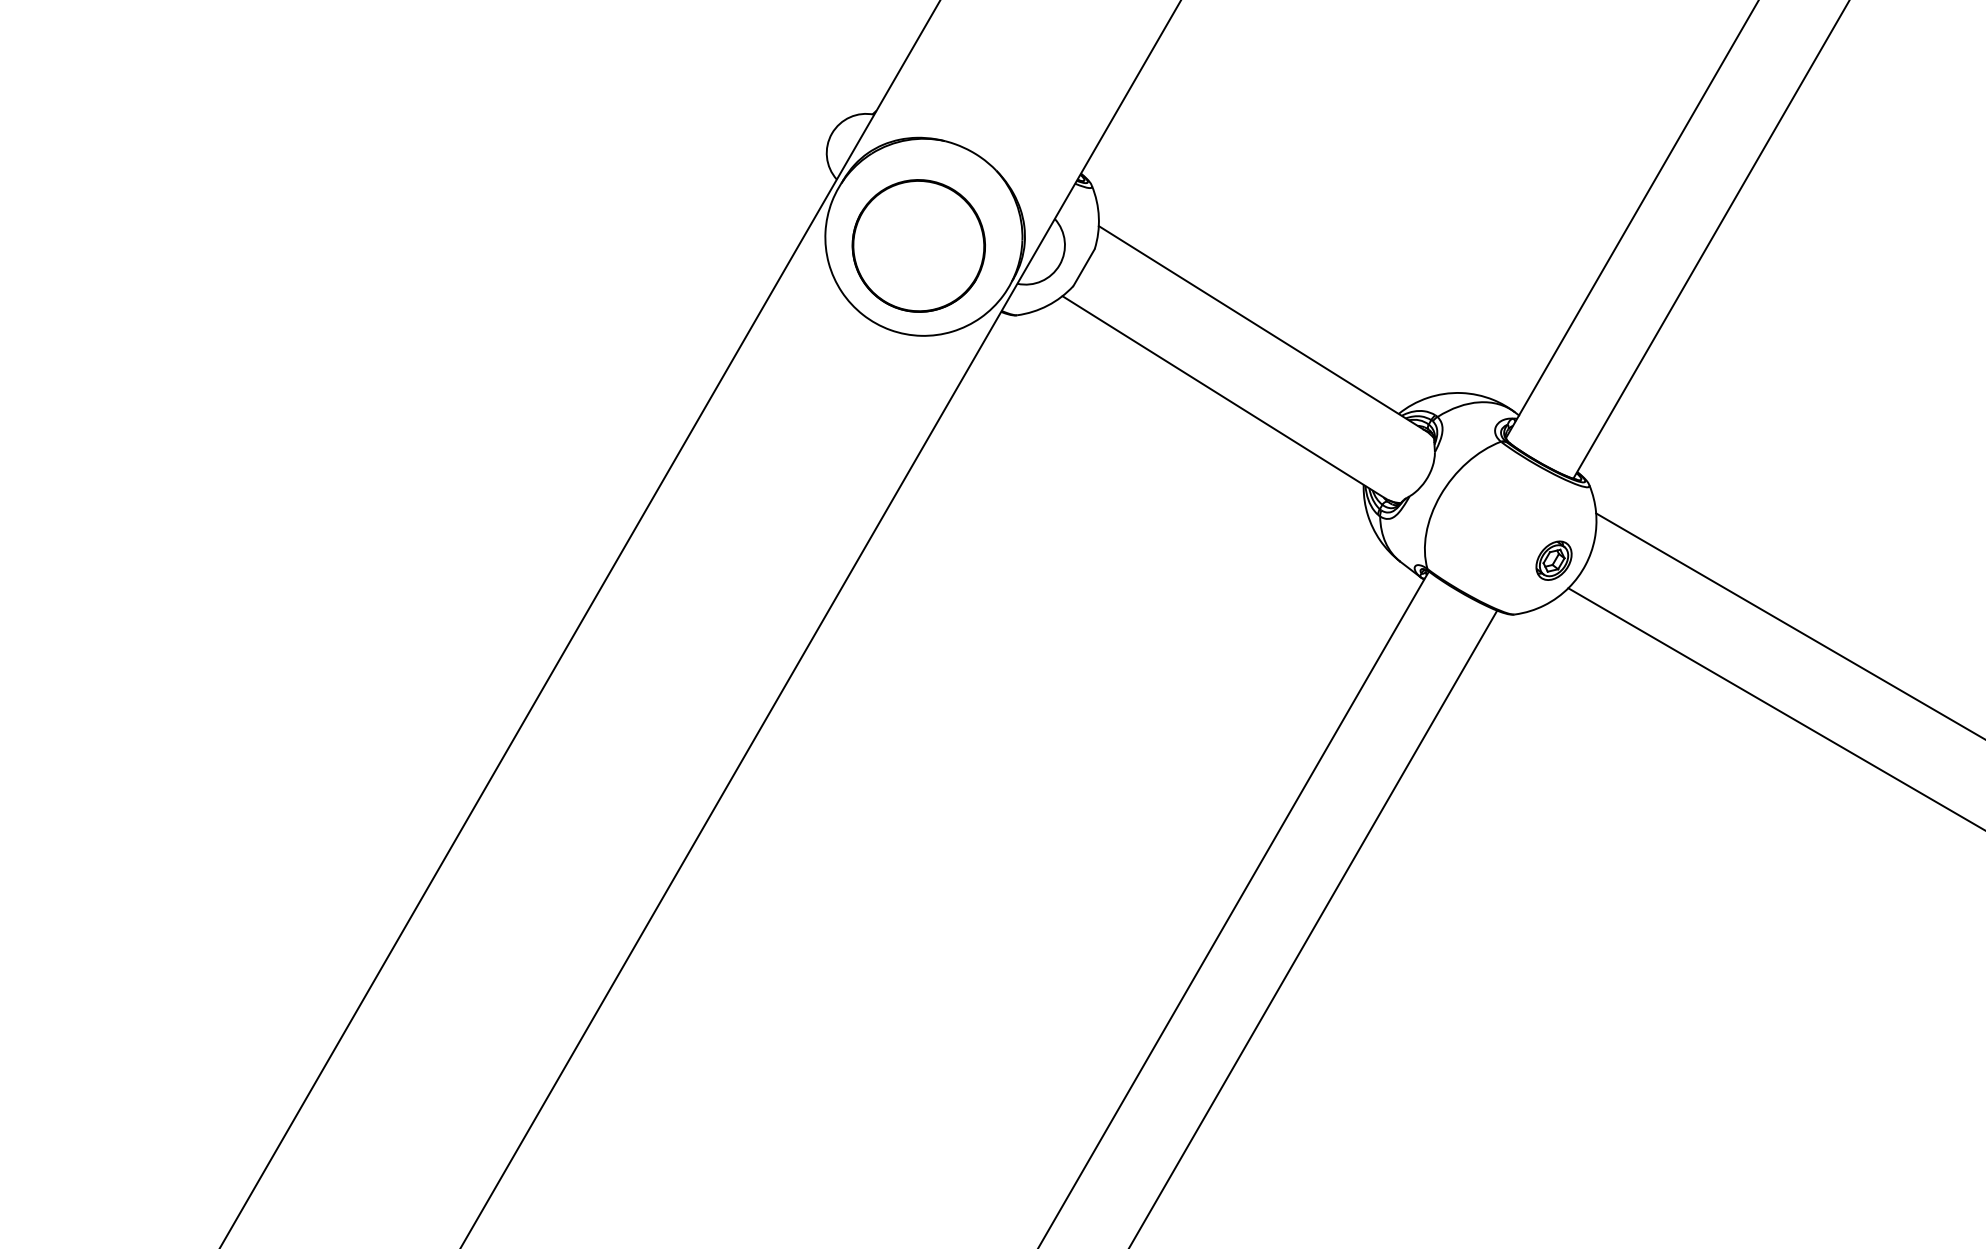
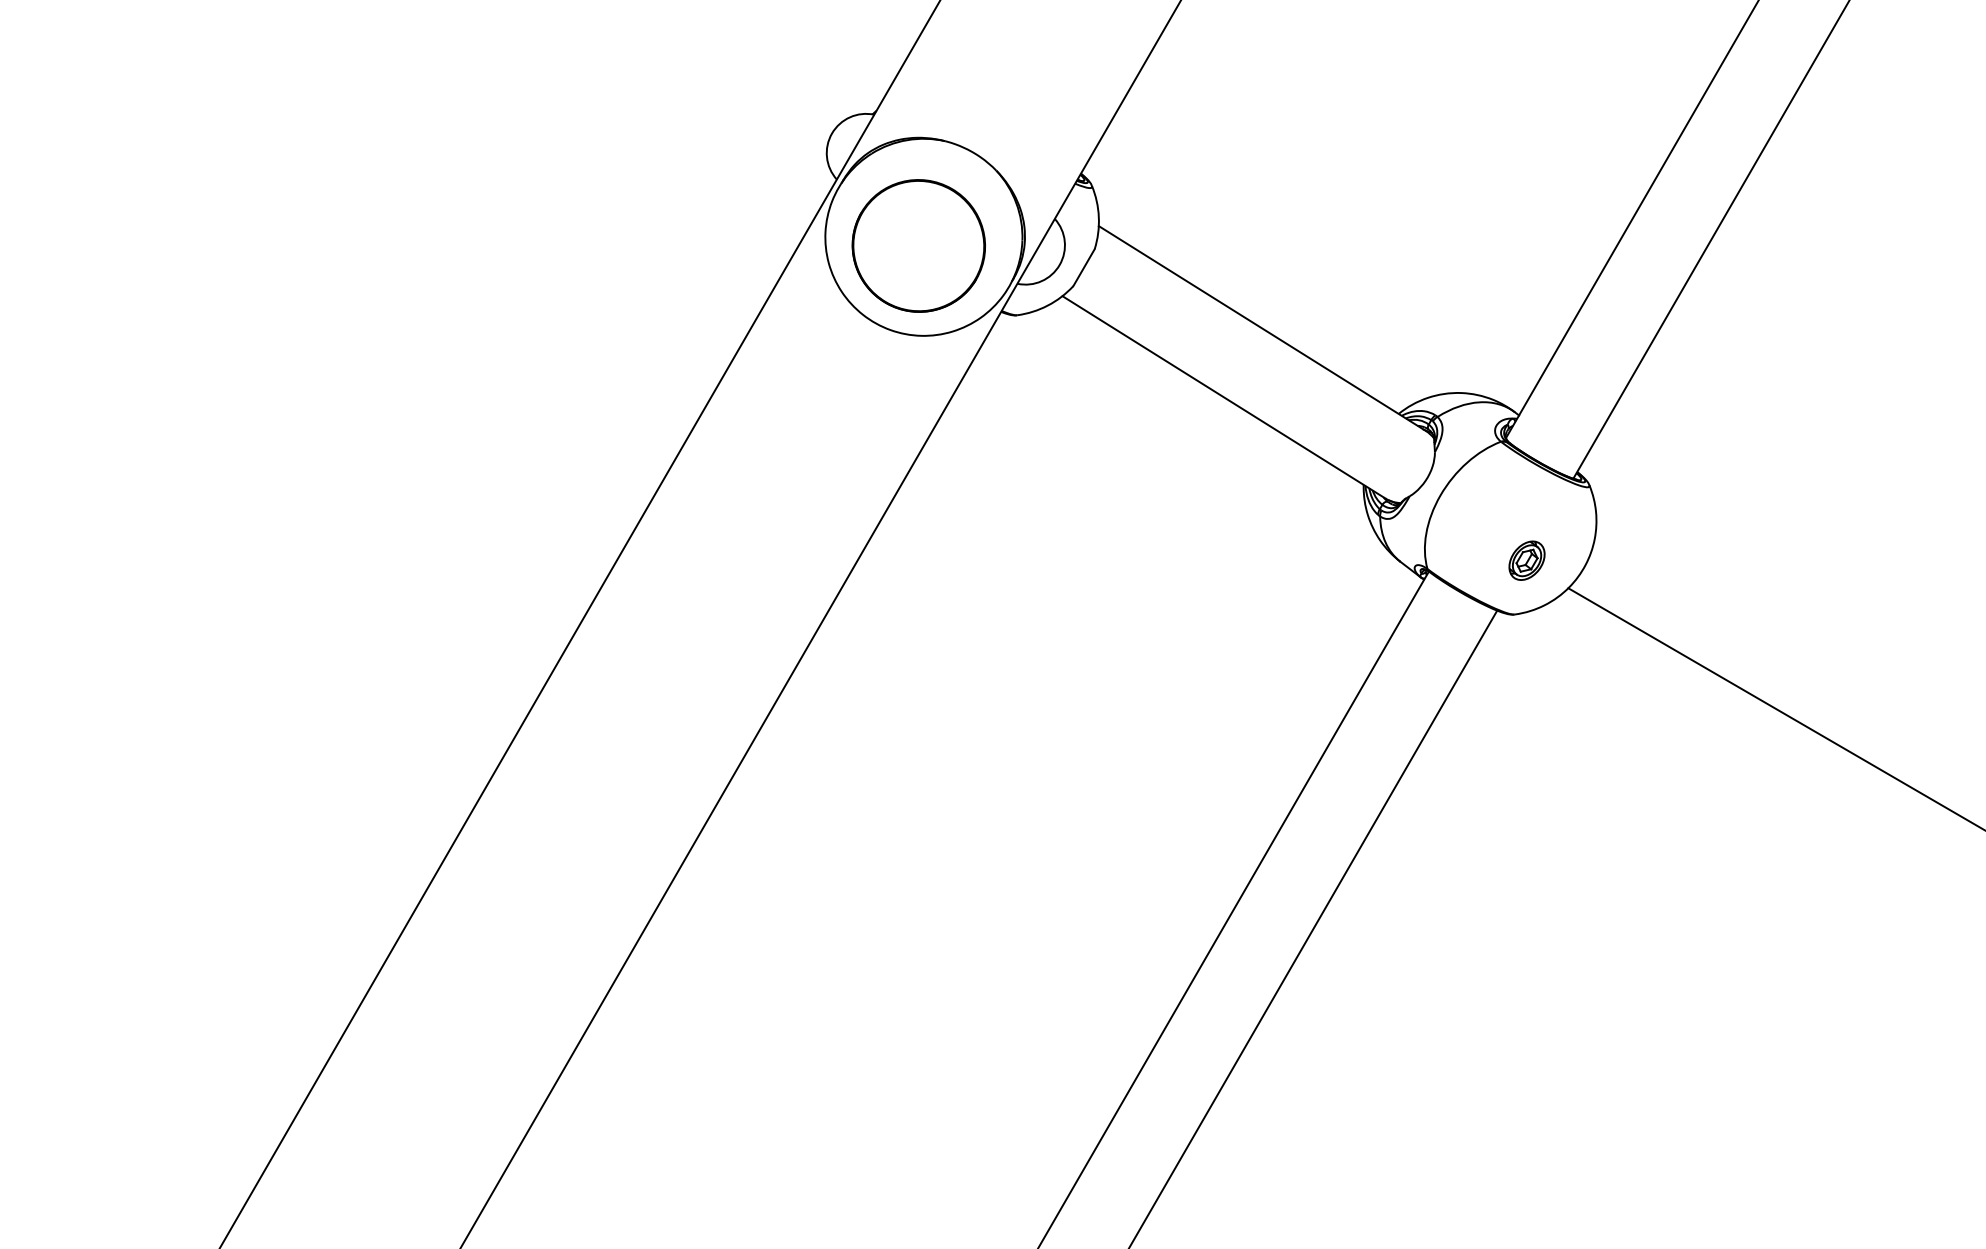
part at (1553, 560) position: (1553, 560) -> (1526, 560)
line at (1789, 625): present -> none
